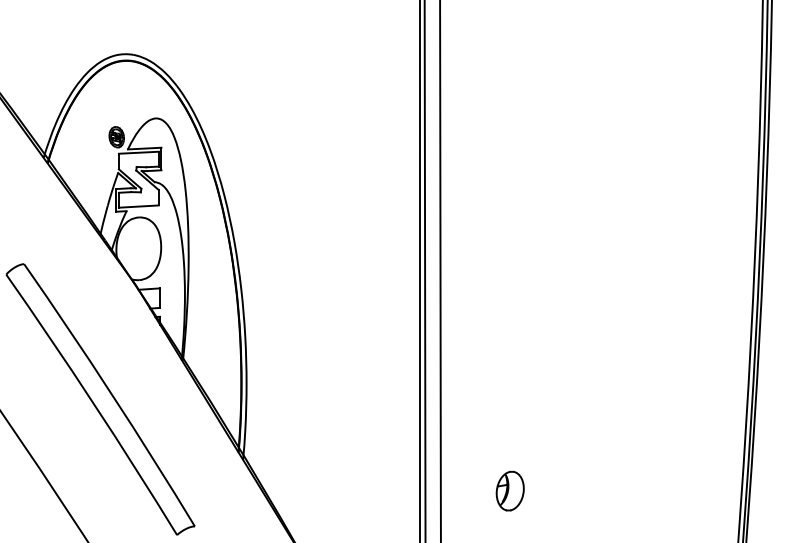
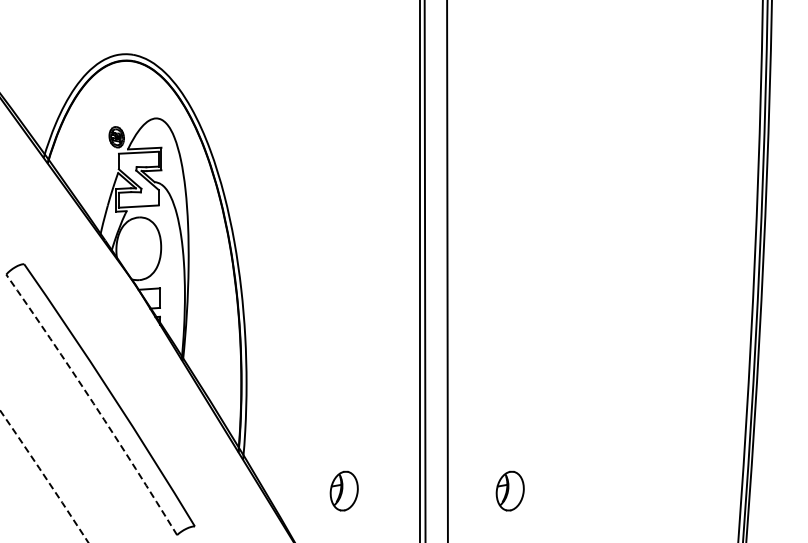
line at (440, 270) position: (440, 270) -> (447, 270)
arc at (93, 403): solid -> dashed
arc at (44, 476): solid -> dashed
part at (343, 490): none -> present
